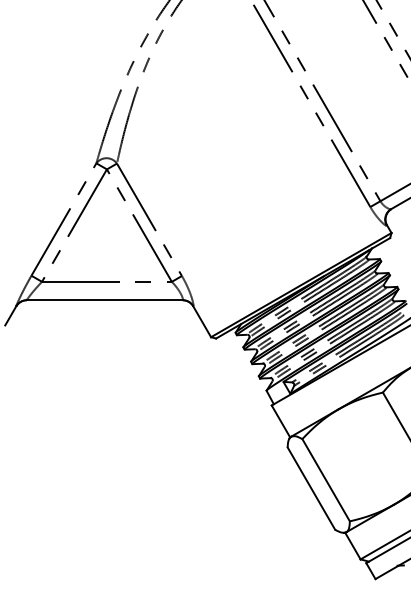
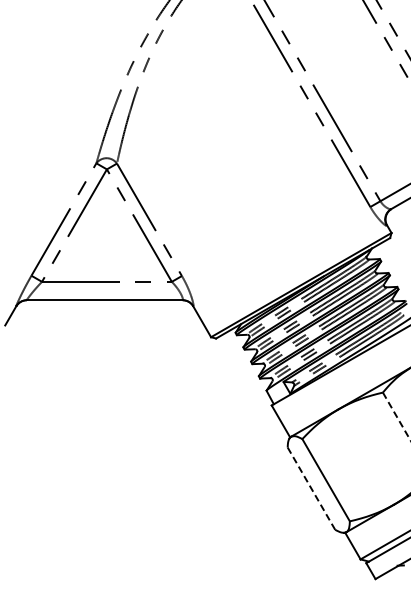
line at (396, 416): solid -> dashed
line at (311, 489): solid -> dashed
